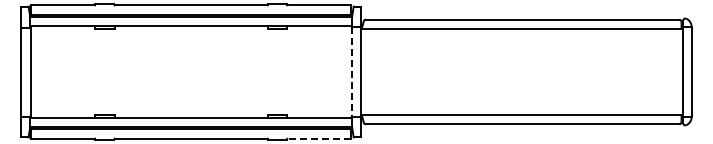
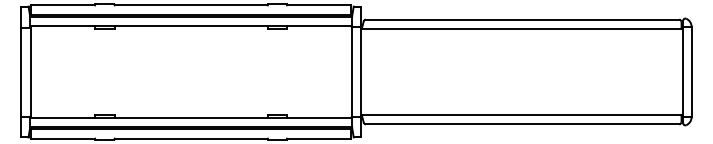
line at (351, 72): dashed -> solid
line at (318, 138): dashed -> solid
